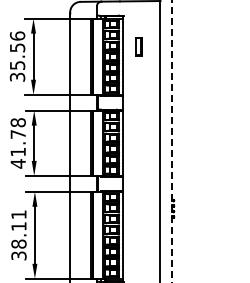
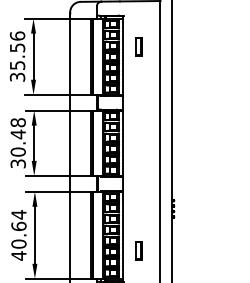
line at (172, 140): dashed -> solid
text at (17, 148): 41.78 -> 30.48
text at (18, 235): 38.11 -> 40.64
part at (138, 250): none -> present
